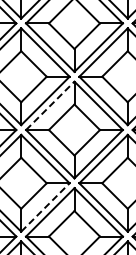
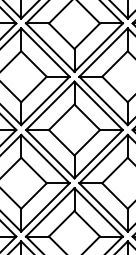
line at (50, 105): dashed -> solid
line at (45, 207): dashed -> solid
